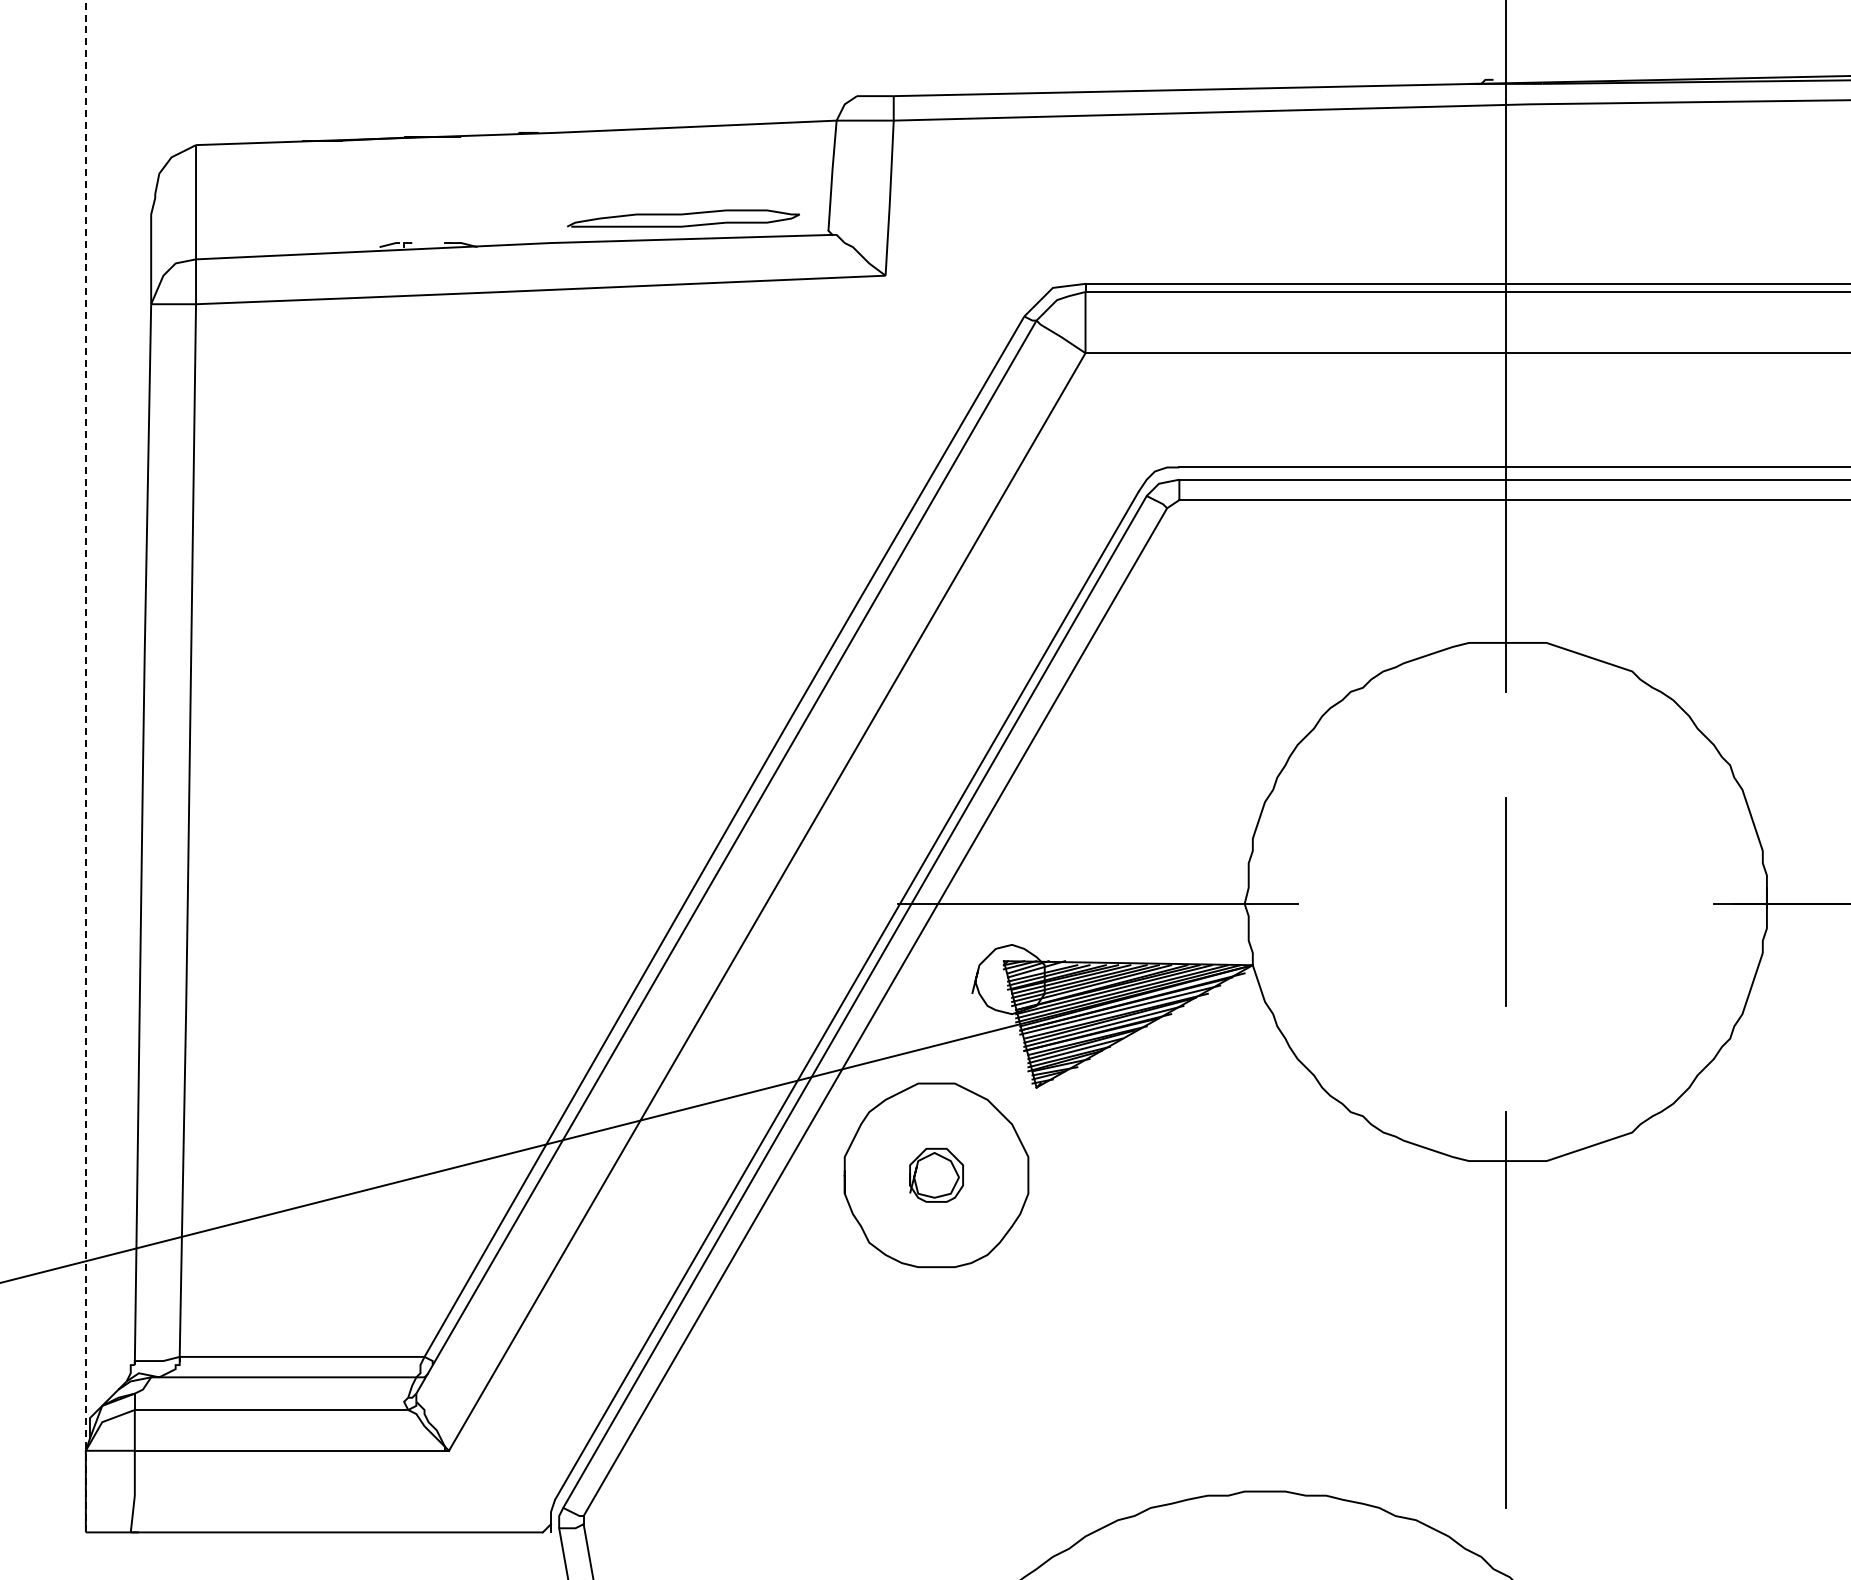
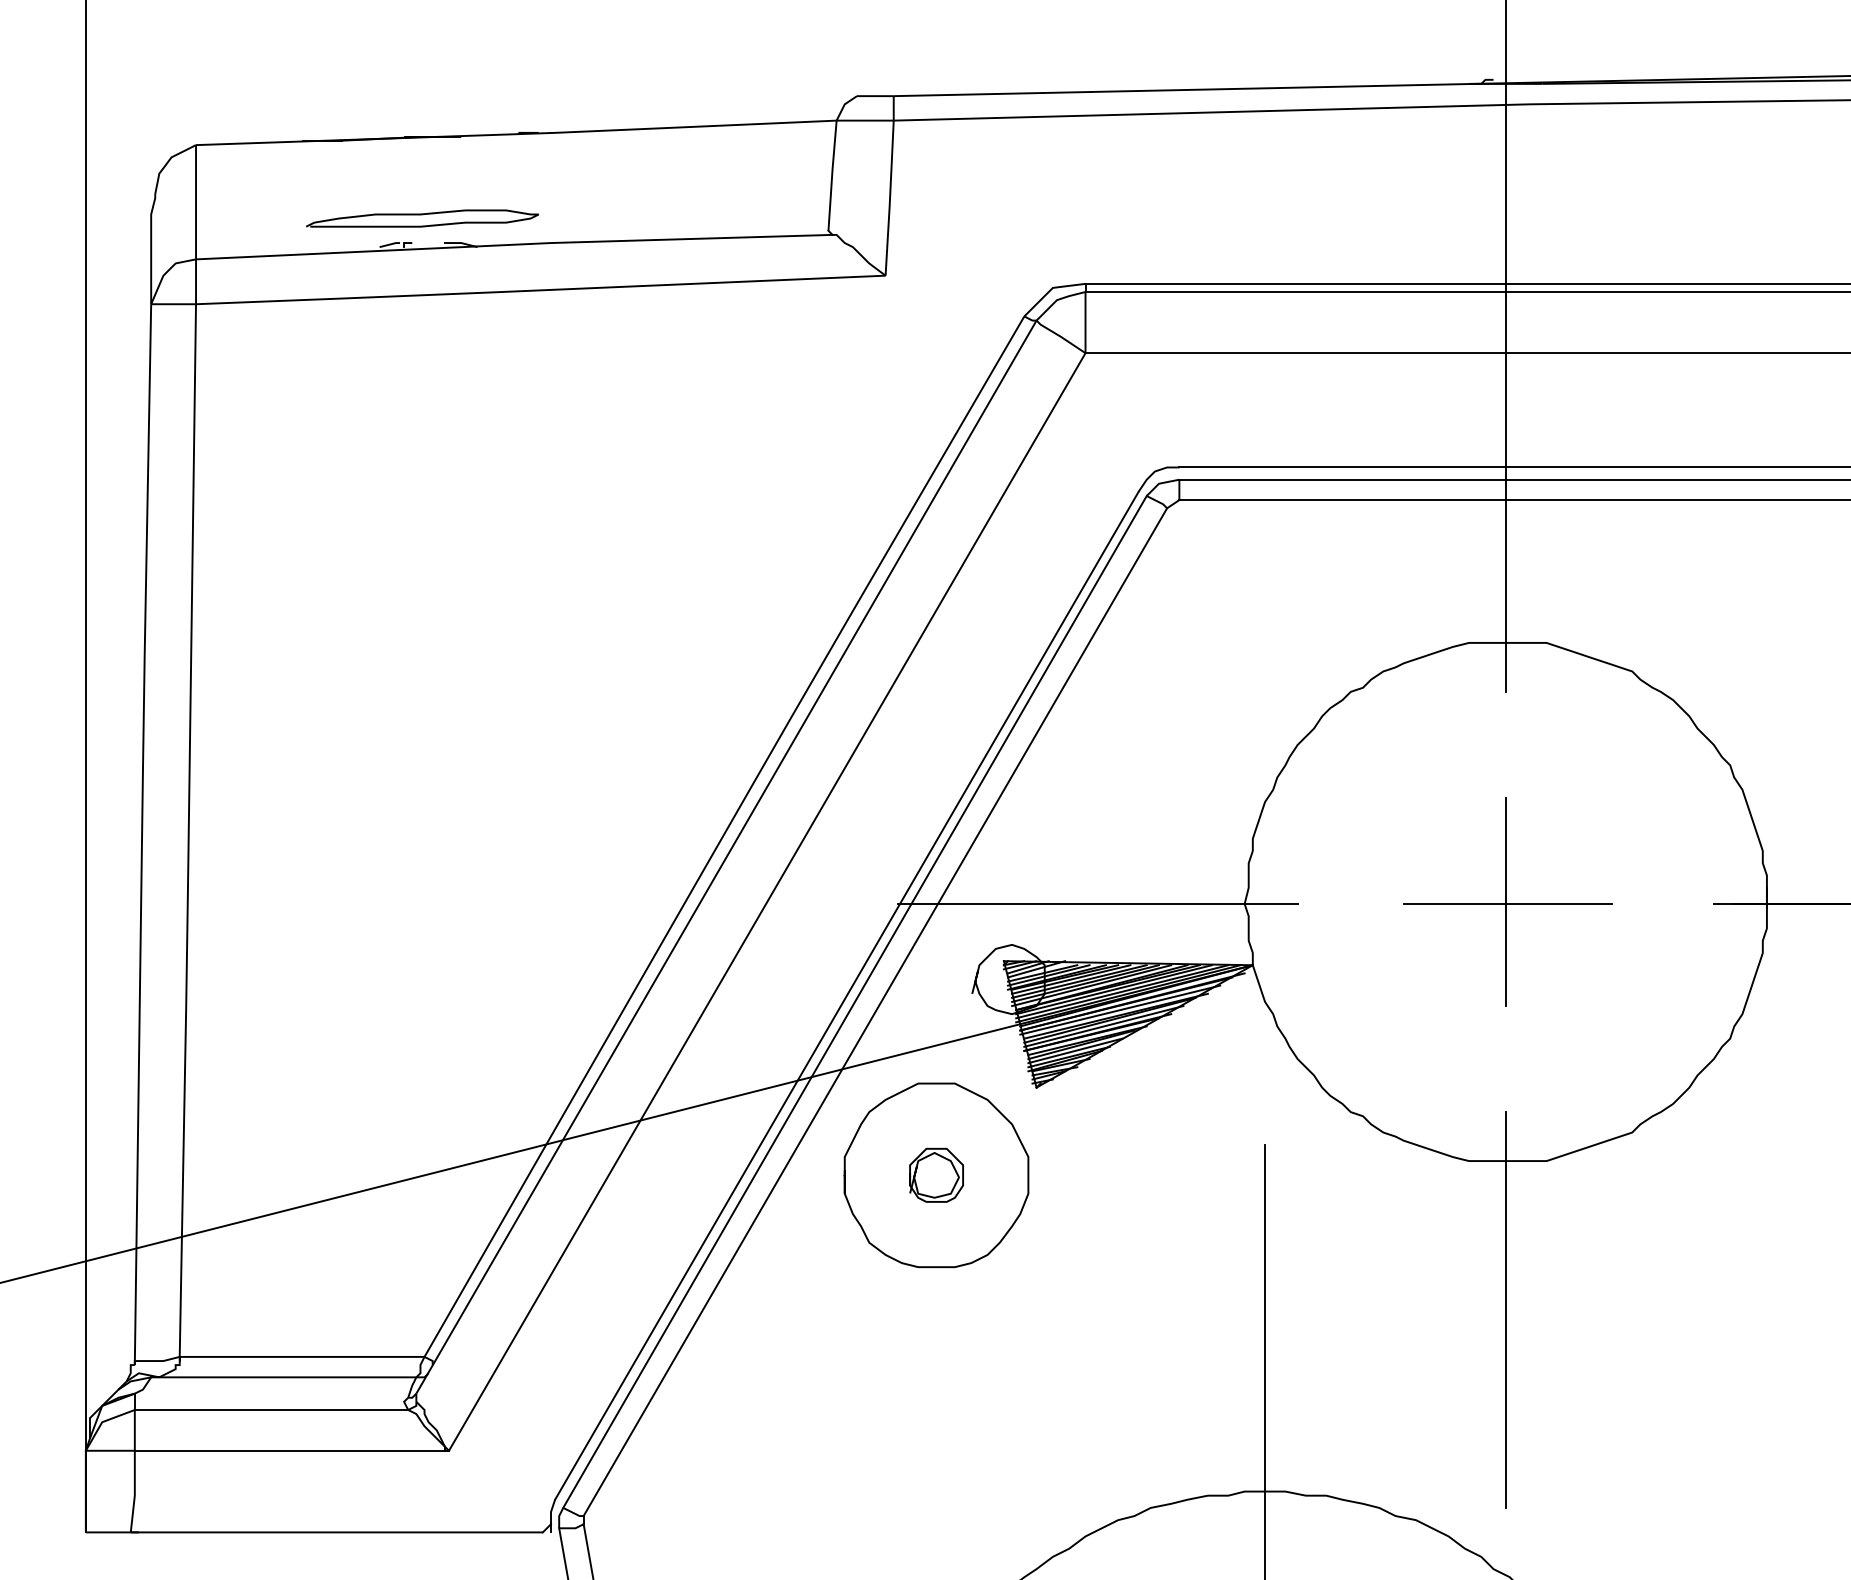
curve at (683, 215) position: (683, 215) -> (422, 215)
line at (85, 766): dashed -> solid
line at (1507, 904): none -> present
line at (1265, 1360): none -> present
